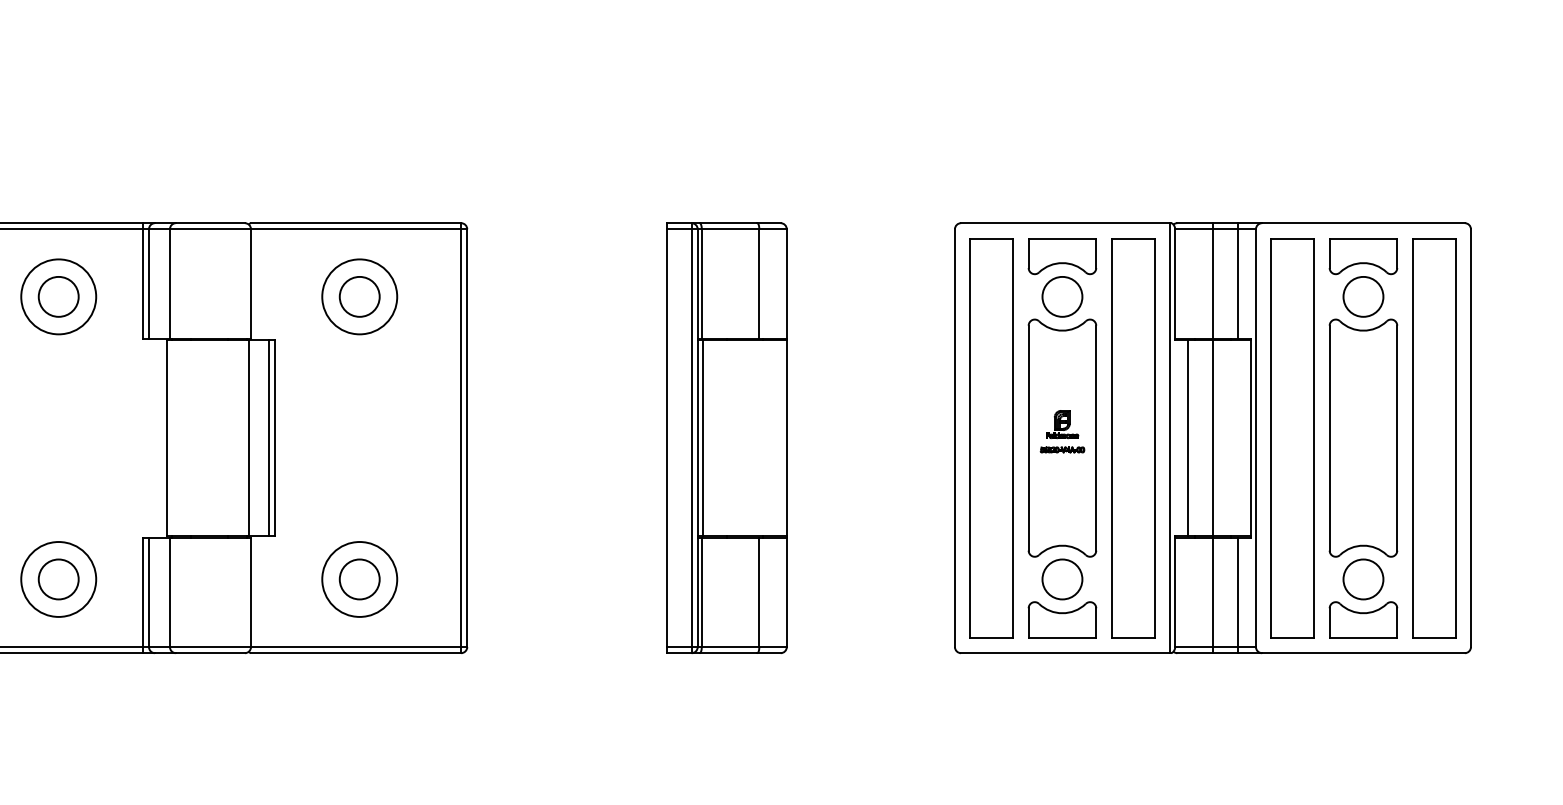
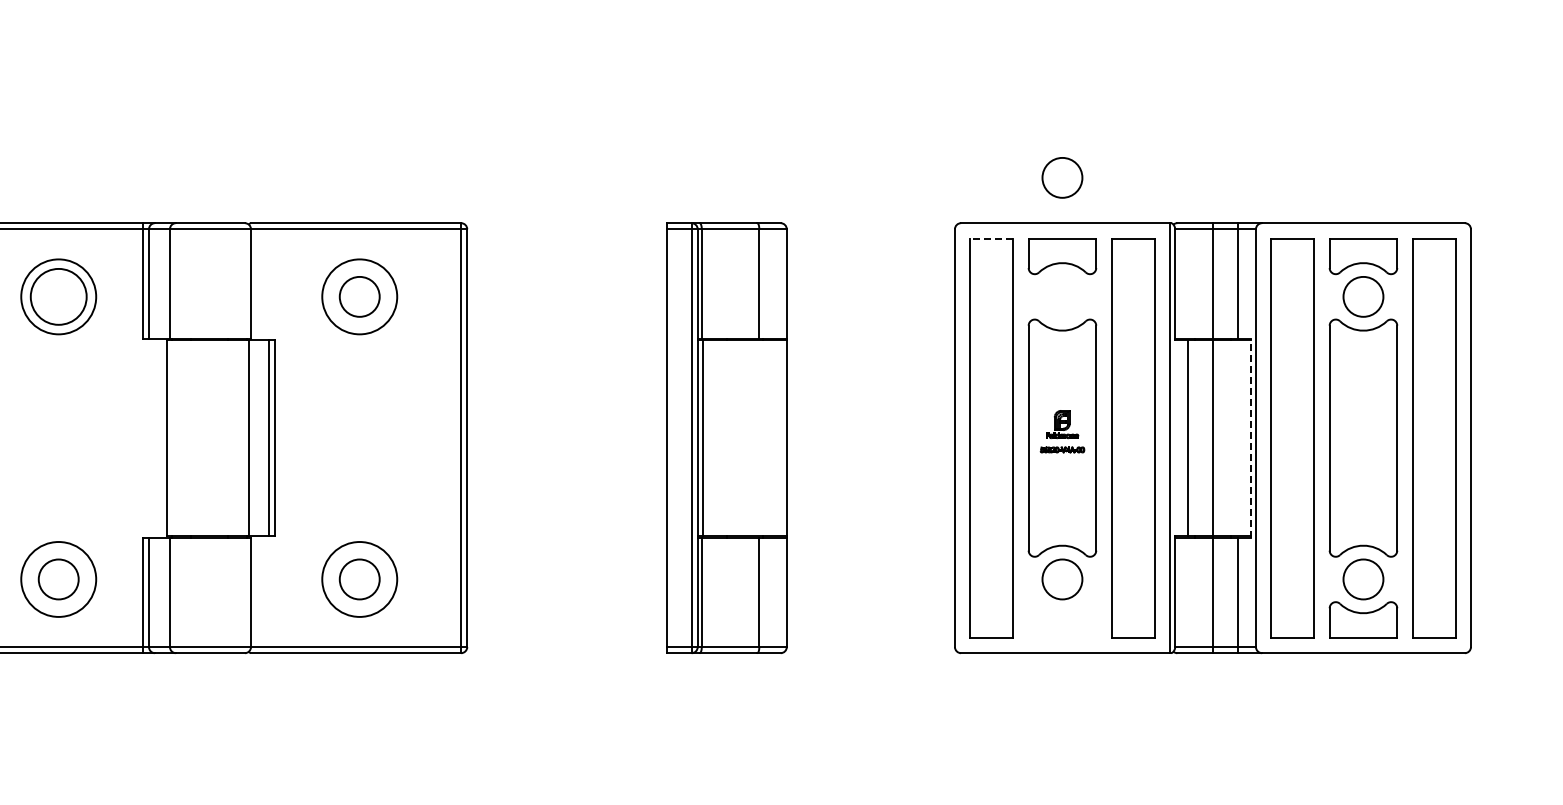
line at (991, 238): solid -> dashed
circle at (58, 296) diameter: 40 px -> 56 px
circle at (1062, 296) position: (1062, 296) -> (1062, 177)
line at (1250, 438): solid -> dashed
part at (1062, 619): present -> none
